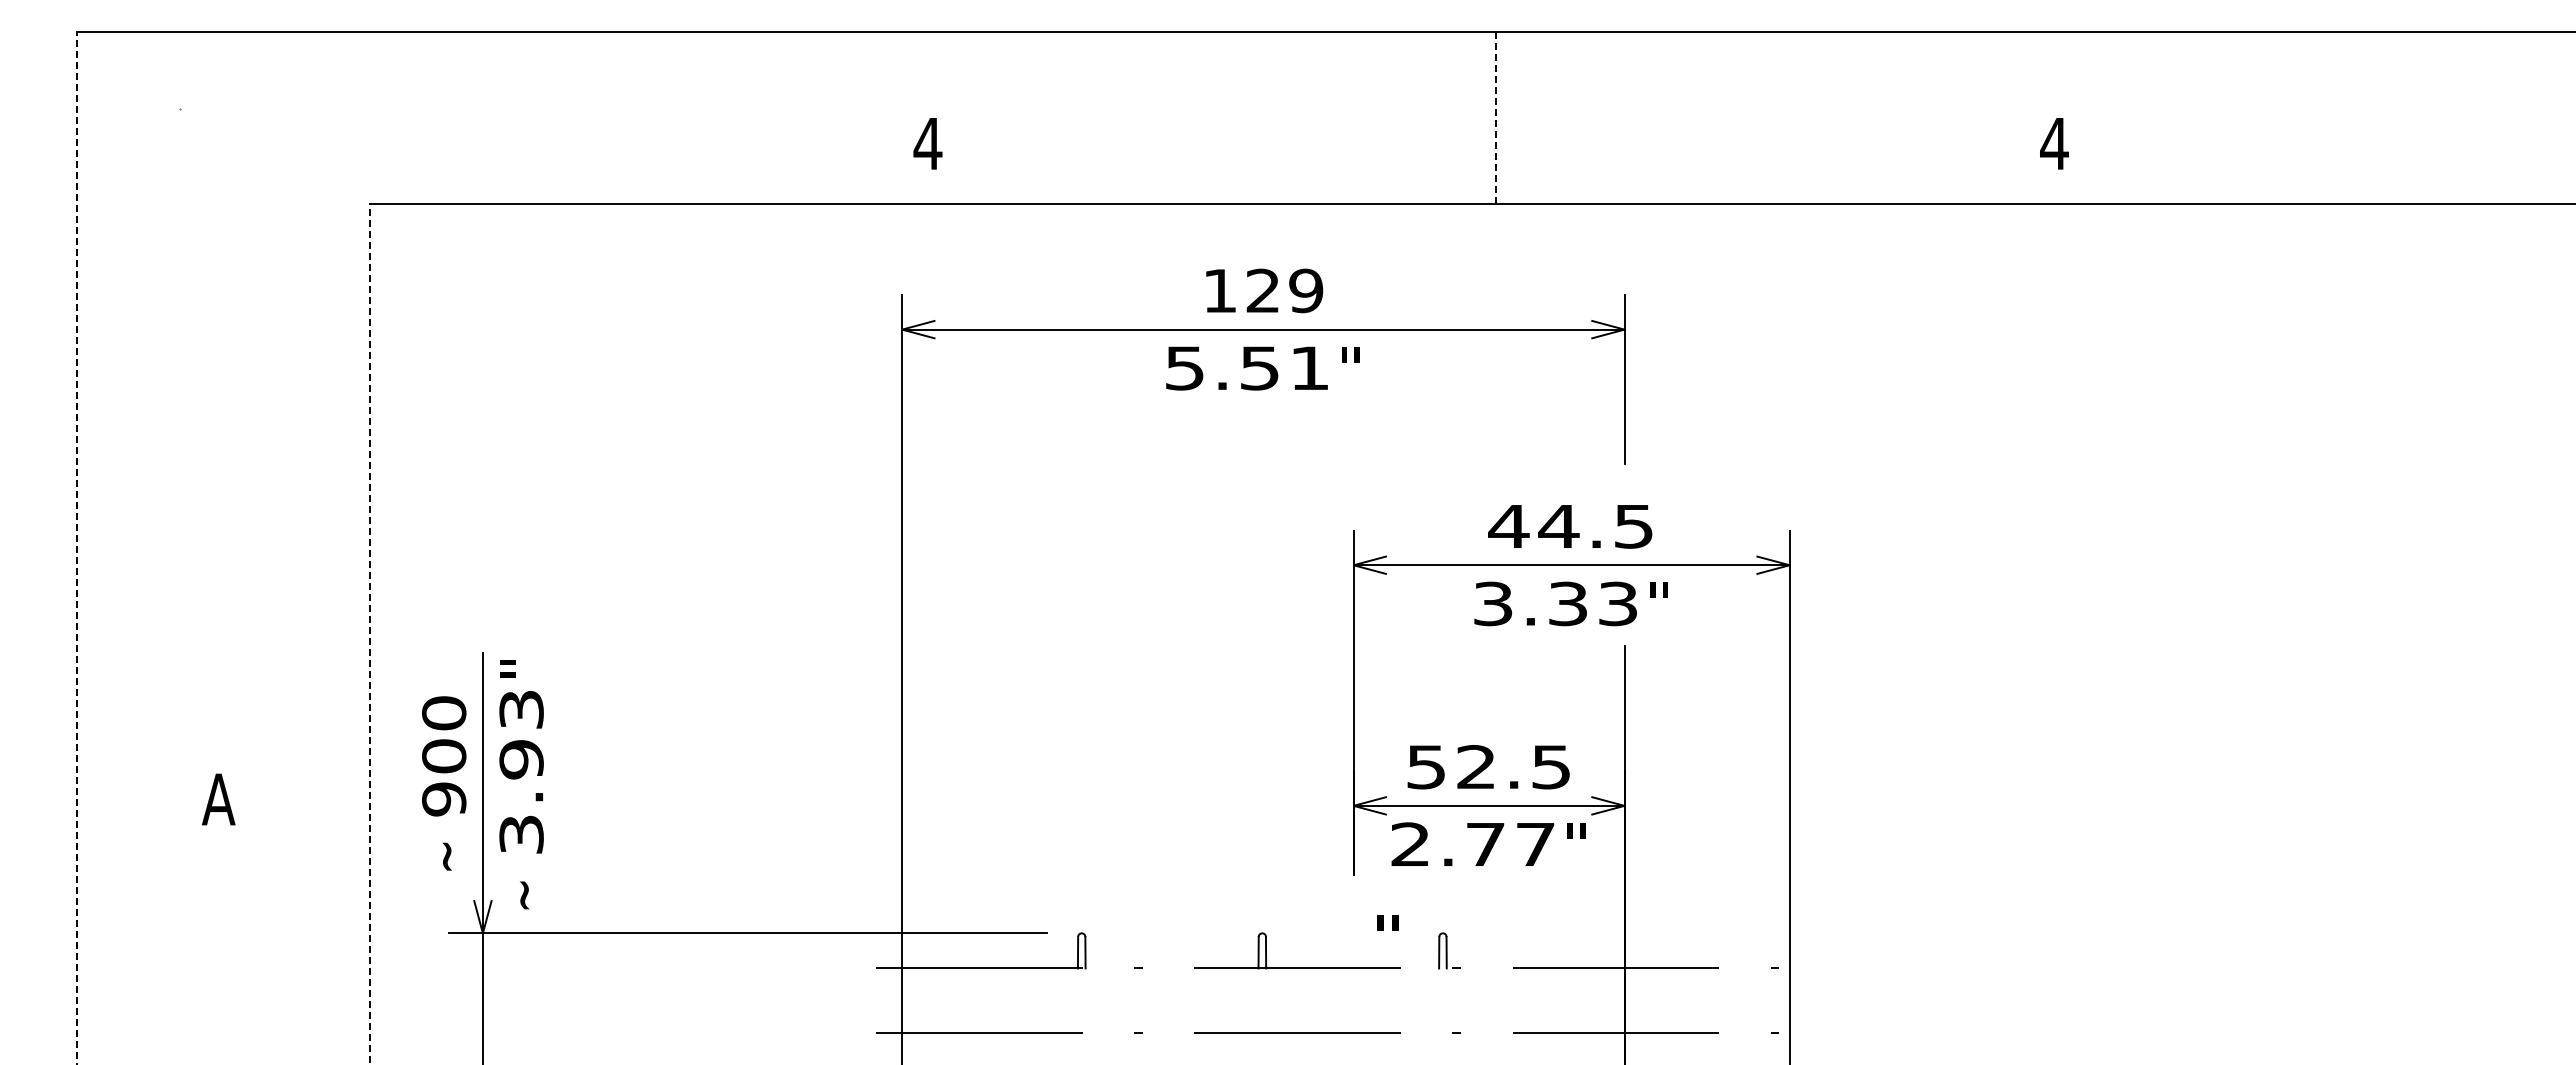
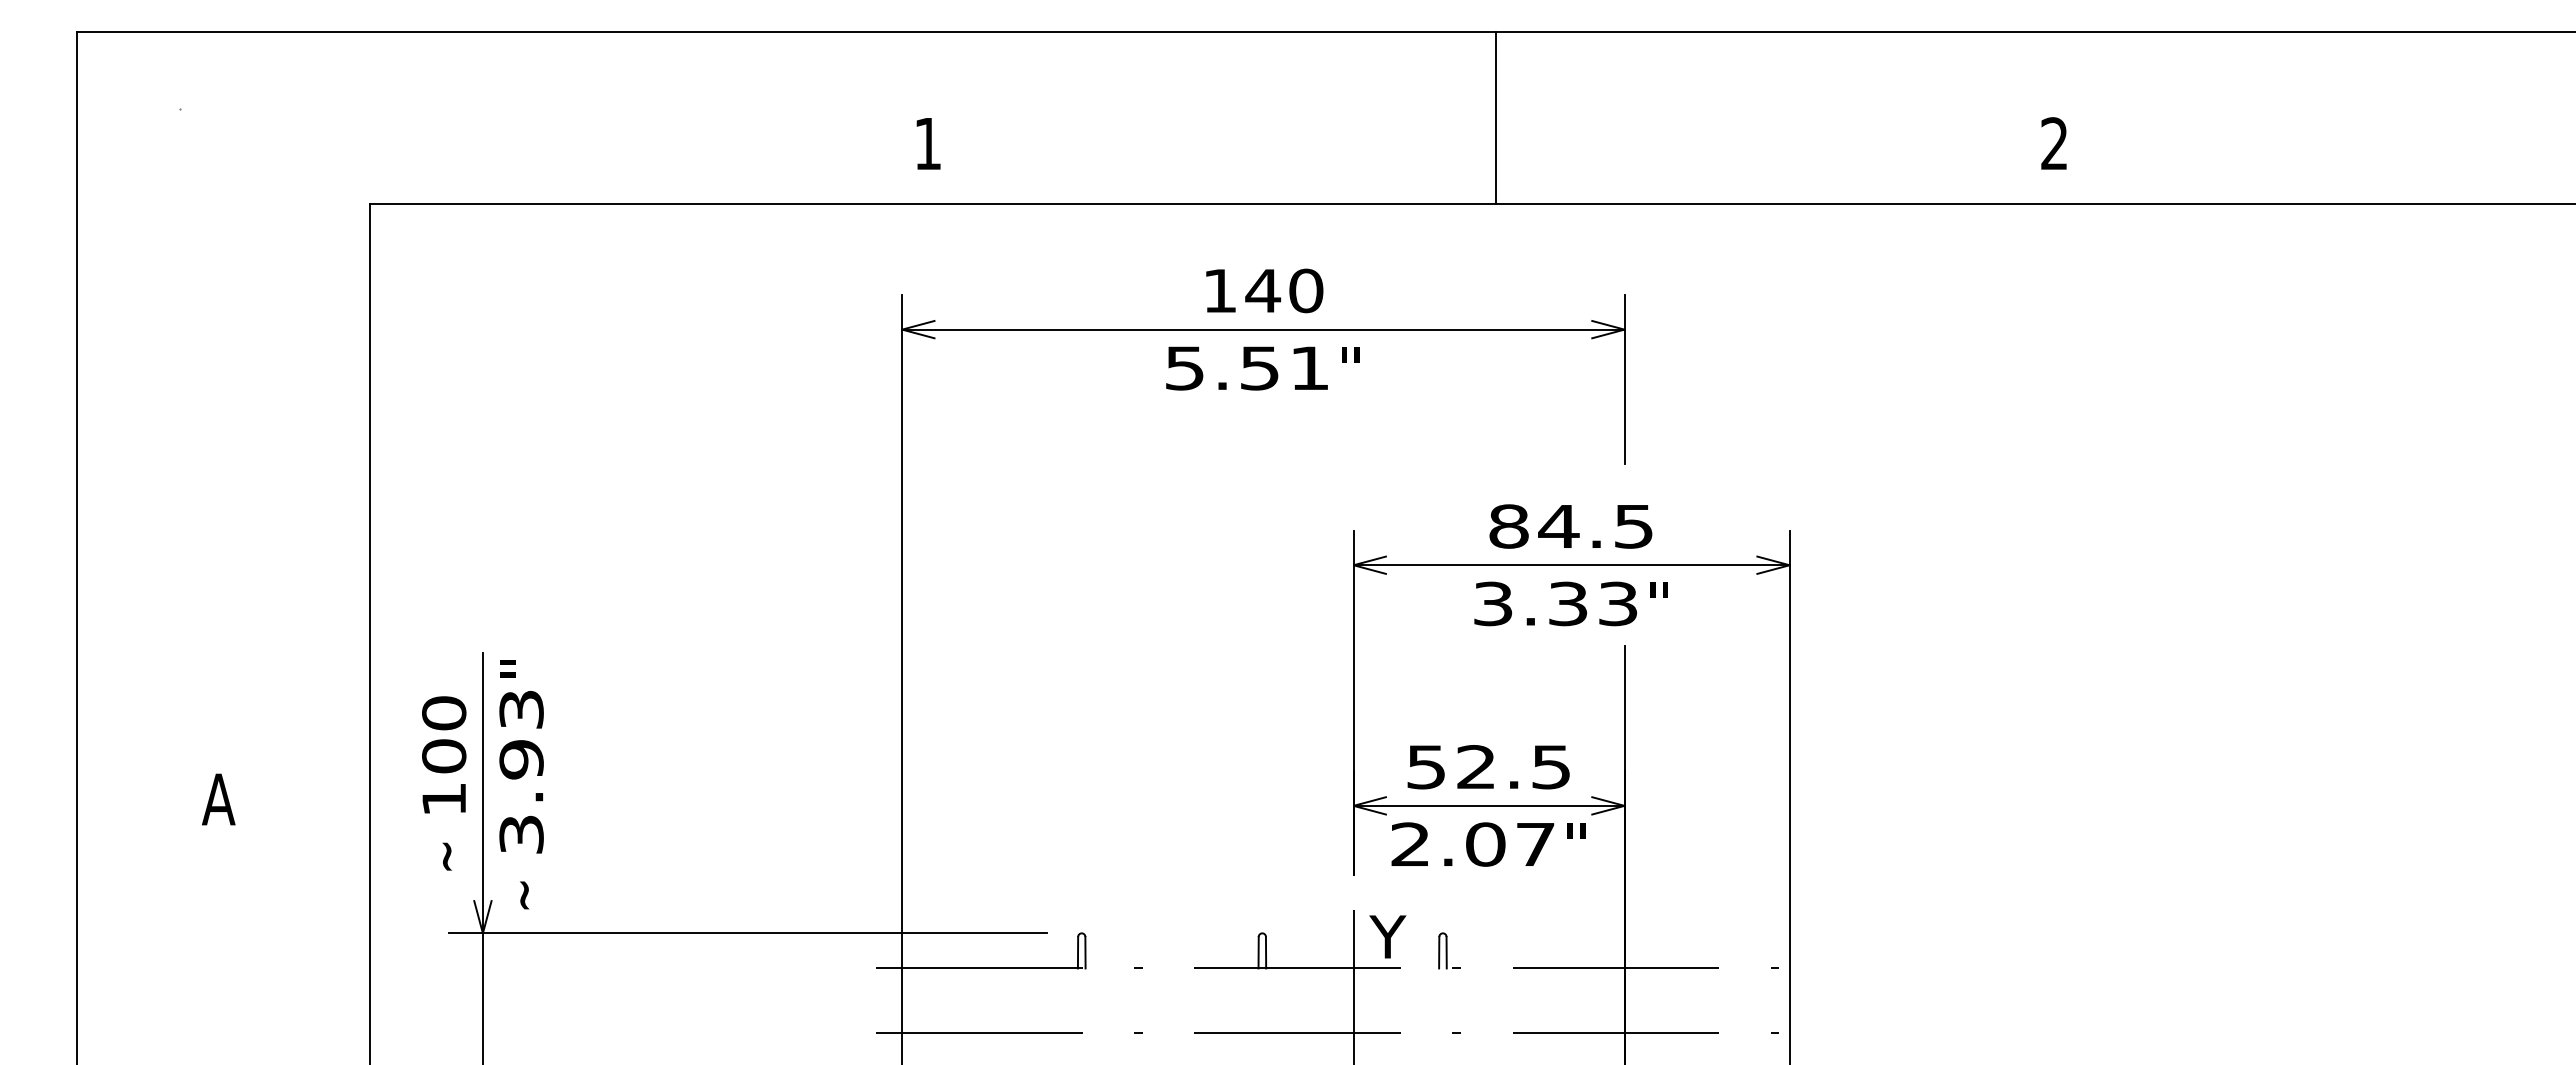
line at (1496, 118): dashed -> solid
text at (927, 143): 4 -> 1
text at (2054, 143): 4 -> 2
text at (1284, 290): 129 -> 140
text at (1508, 526): 44.5 -> 84.5
line at (77, 548): dashed -> solid
line at (369, 633): dashed -> solid
text at (444, 799): 900 -> 100
text at (1485, 844): 2.77 -> 2.07
text at (1387, 936): " -> Y
line at (1353, 985): none -> present
